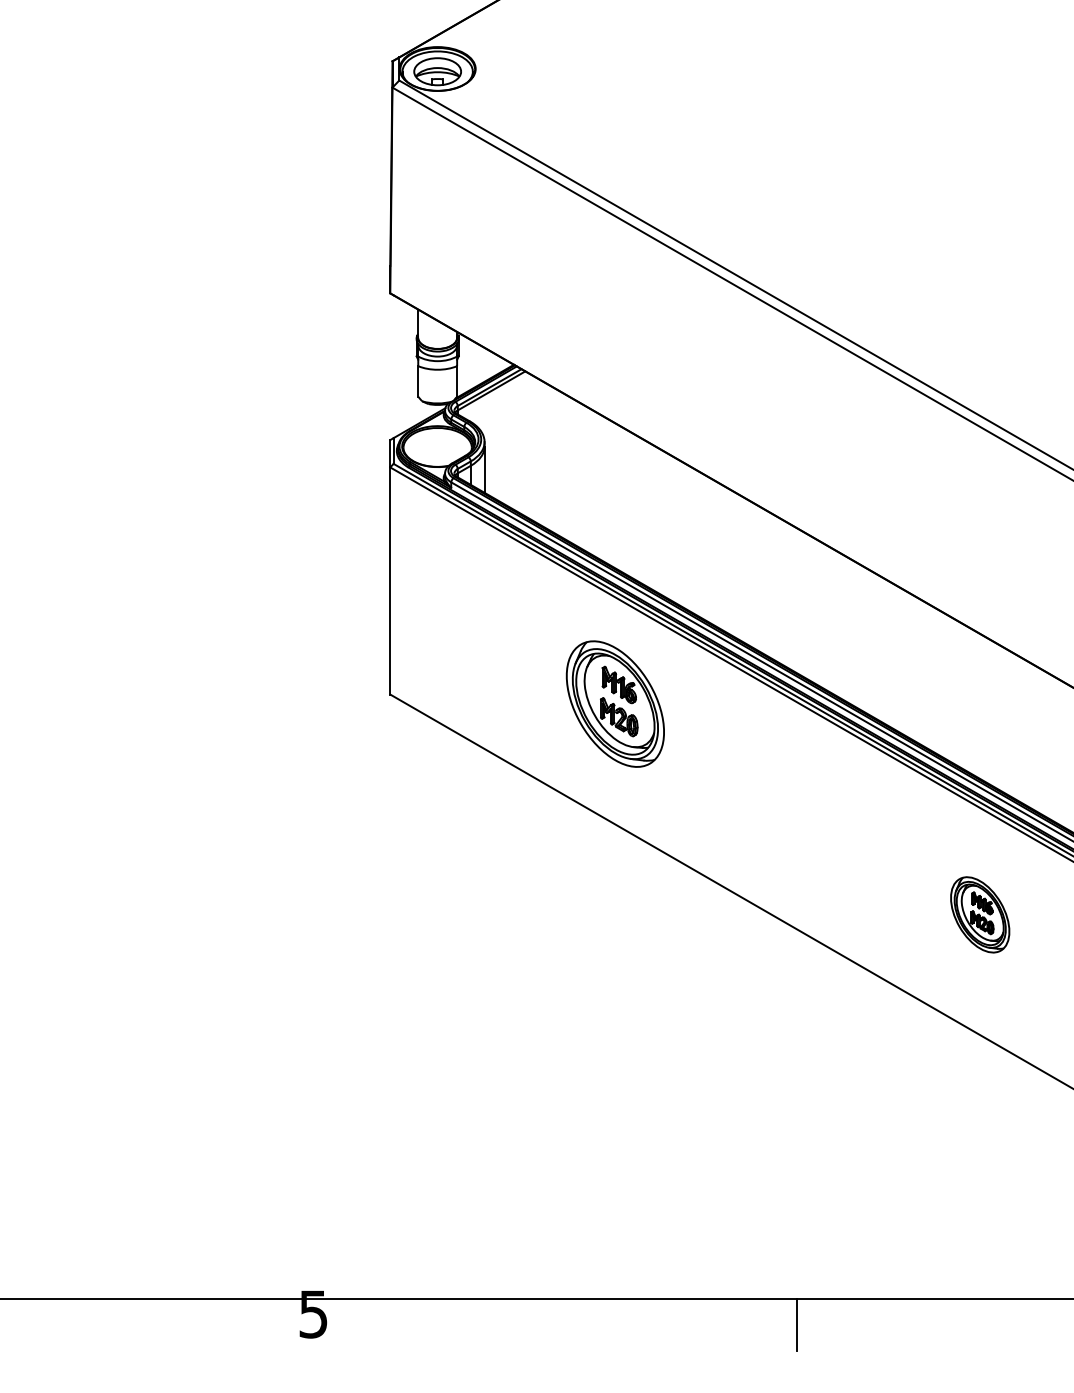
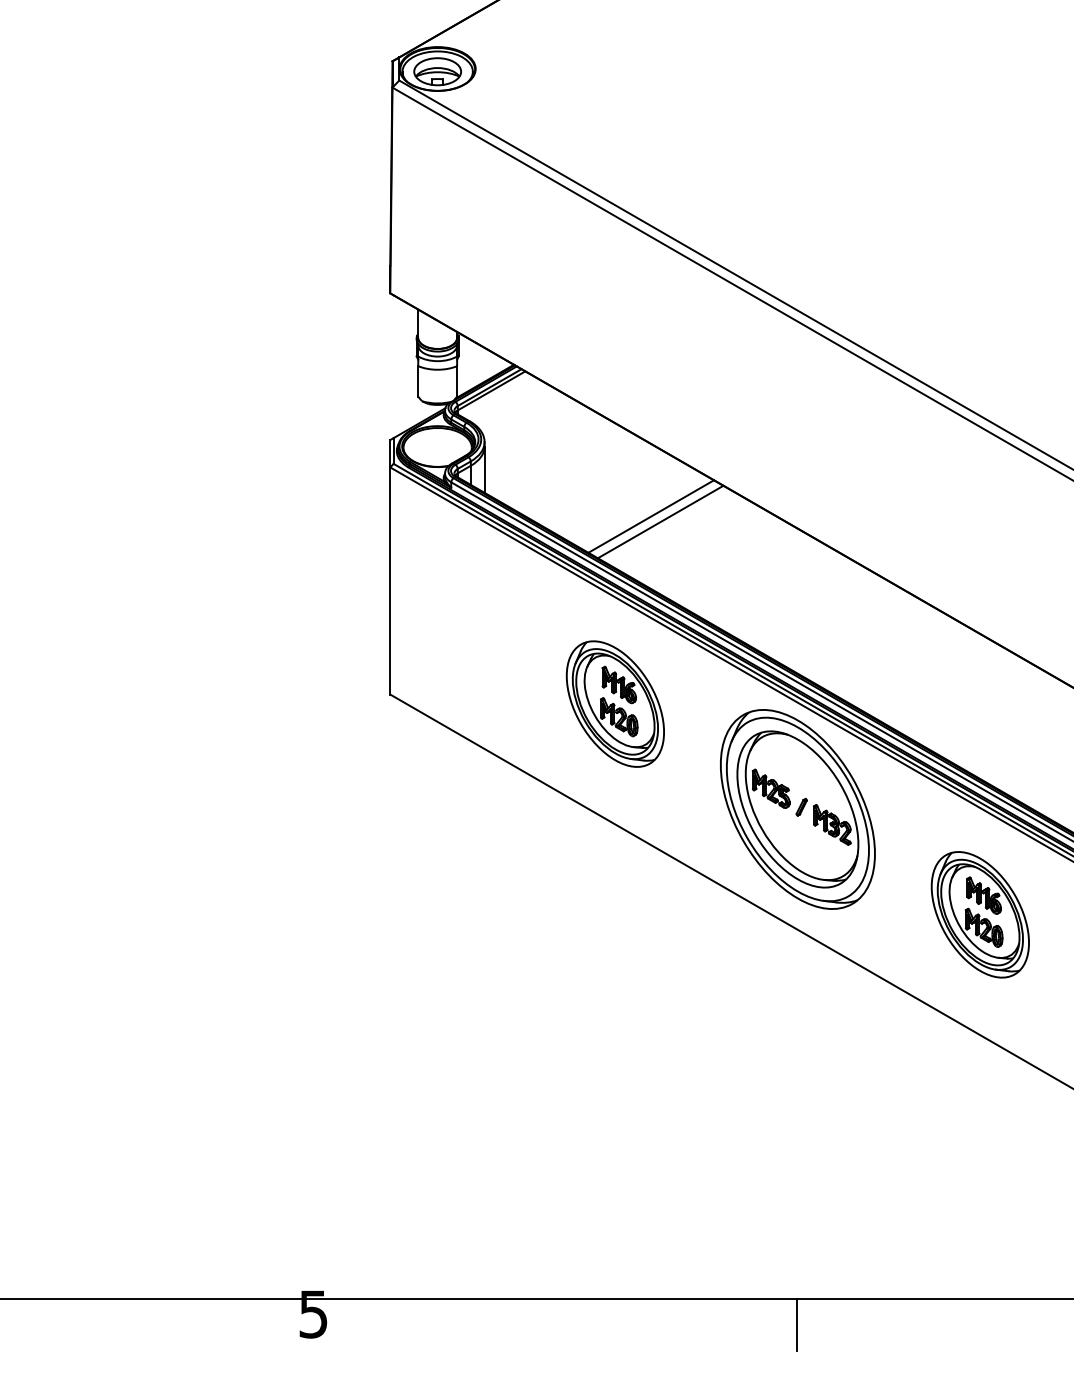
line at (651, 516): none -> present
line at (660, 521): none -> present
part at (797, 809): none -> present
part at (980, 914) size: 61x78 px -> 100x128 px
